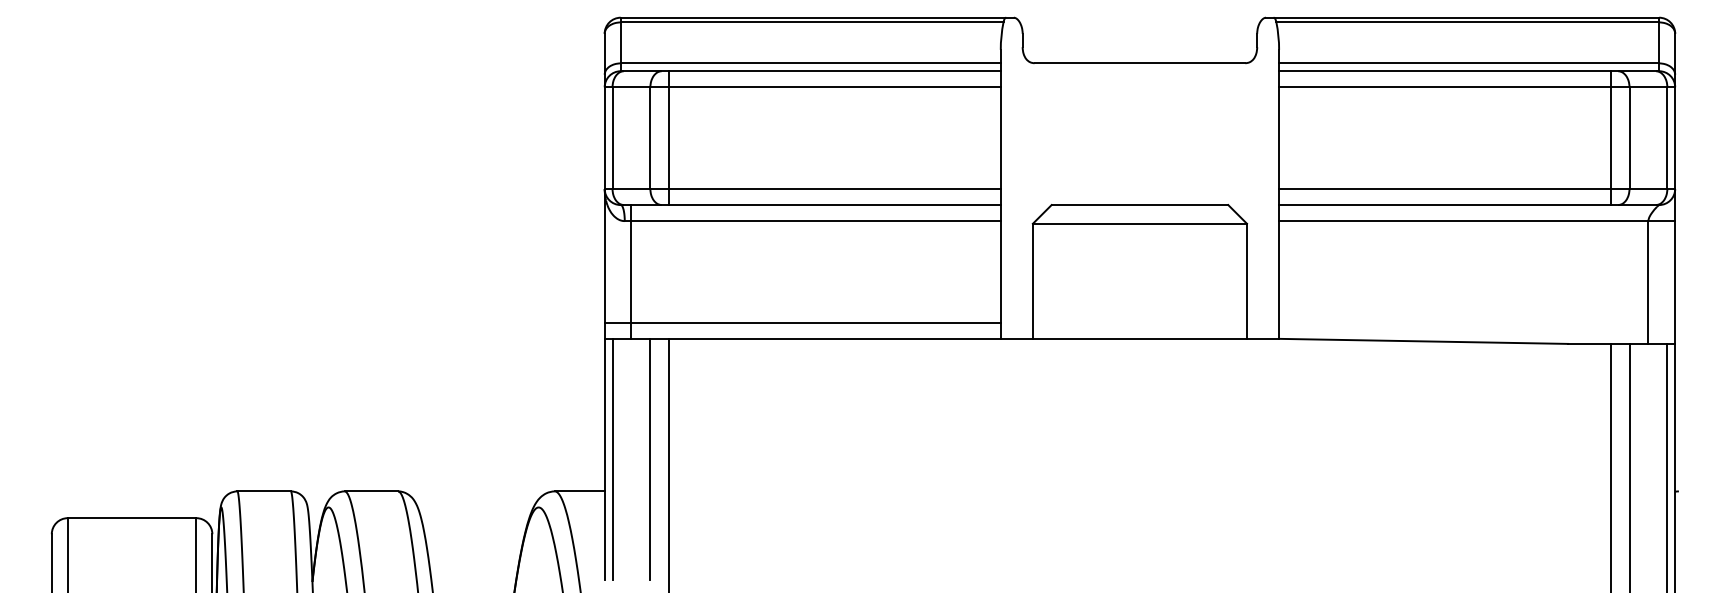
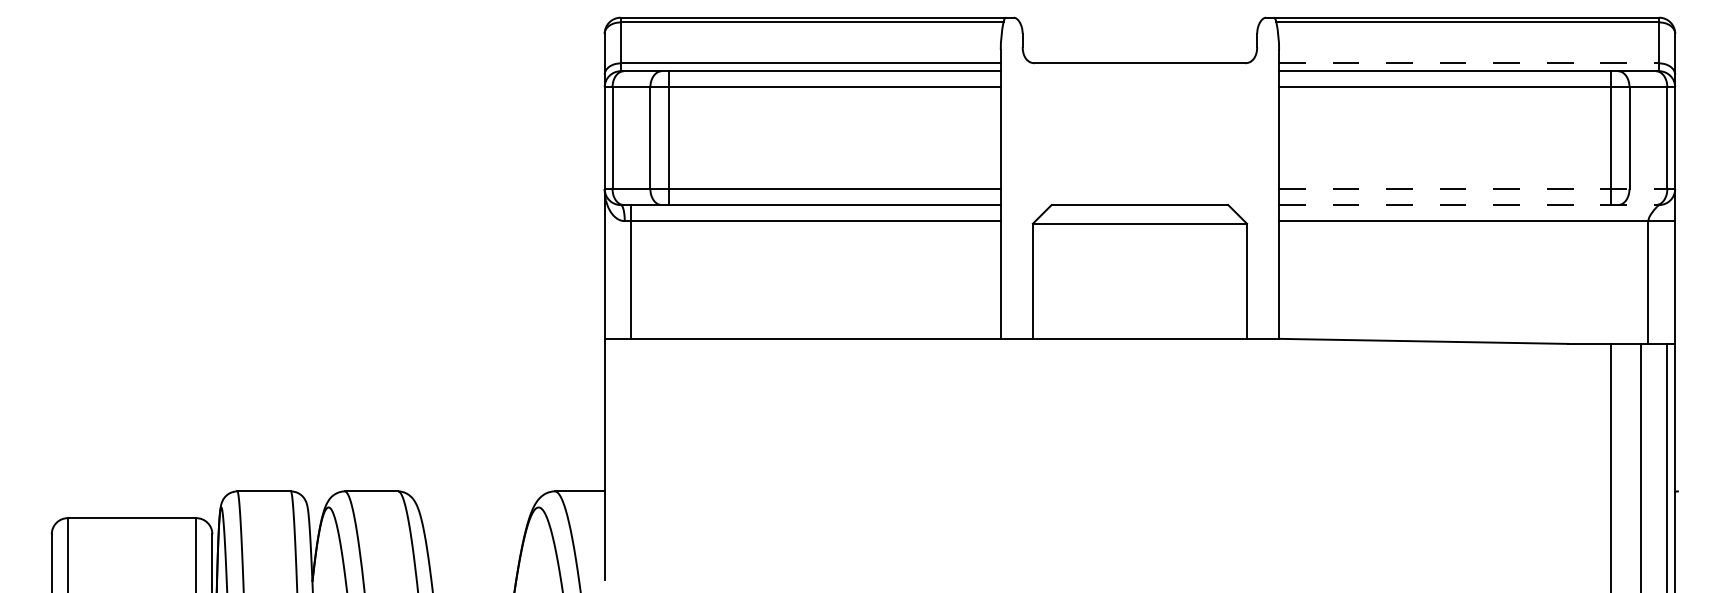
line at (1469, 63): solid -> dashed
line at (1477, 188): solid -> dashed
line at (1469, 205): solid -> dashed
line at (802, 322): present -> none
line at (612, 458): present -> none
line at (650, 458): present -> none
line at (669, 463): present -> none
line at (1629, 466) position: (1629, 466) -> (1640, 466)
